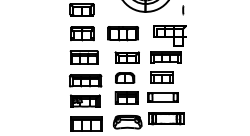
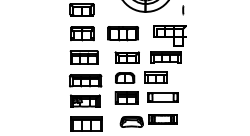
part at (161, 77) position: (161, 77) -> (155, 77)
part at (148, 120) size: 73x18 px -> 59x14 px
